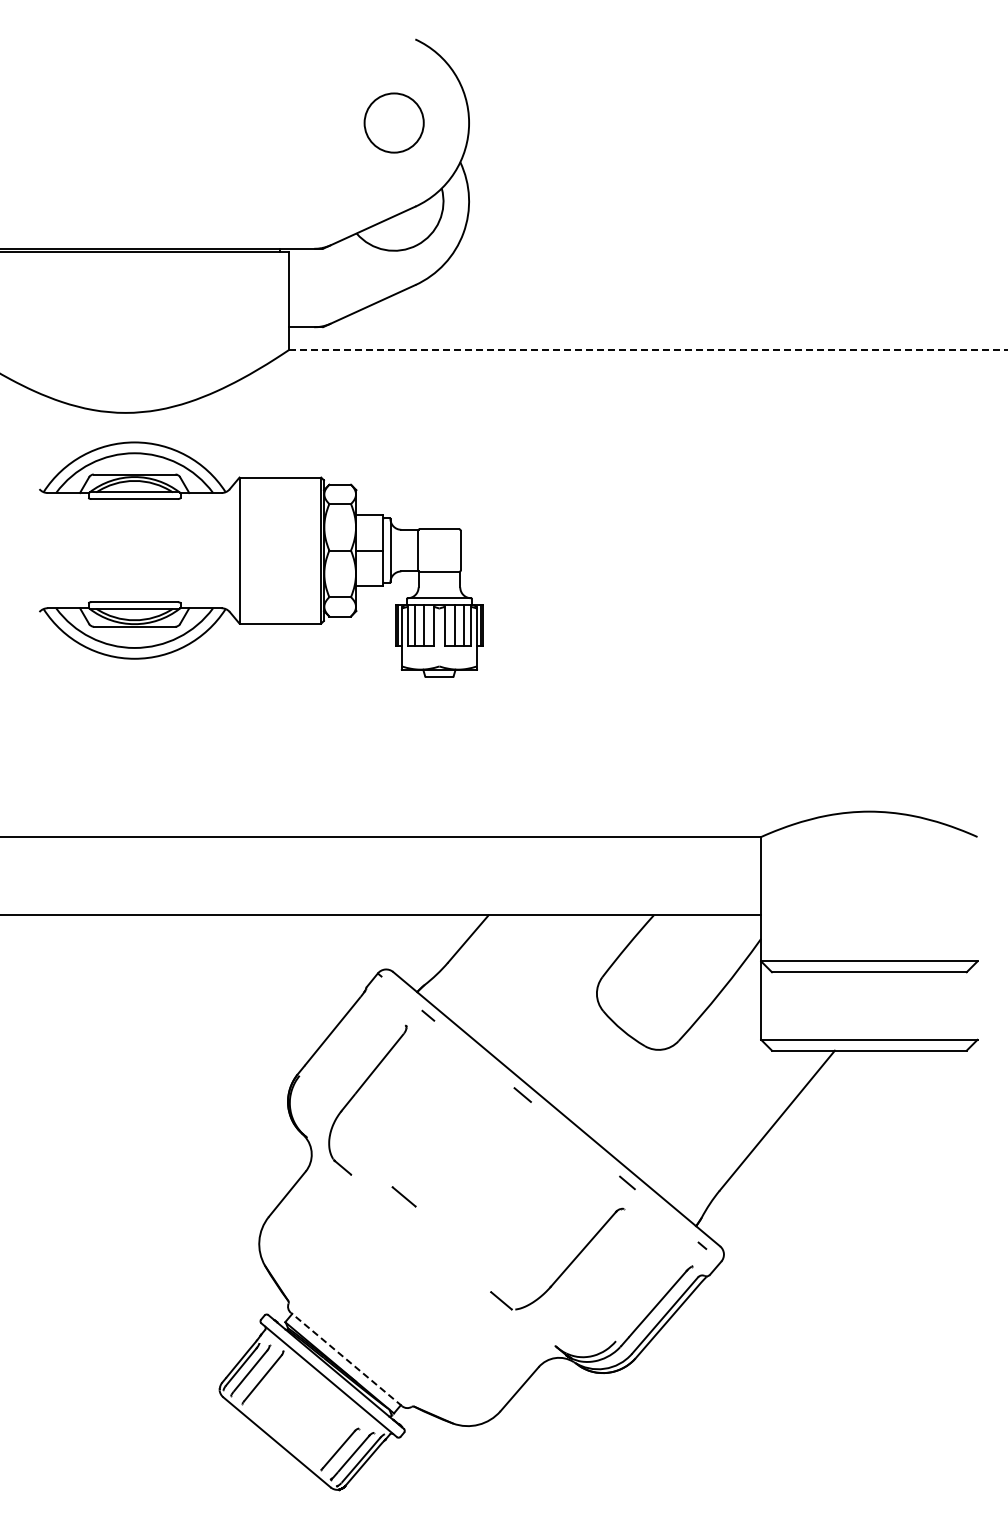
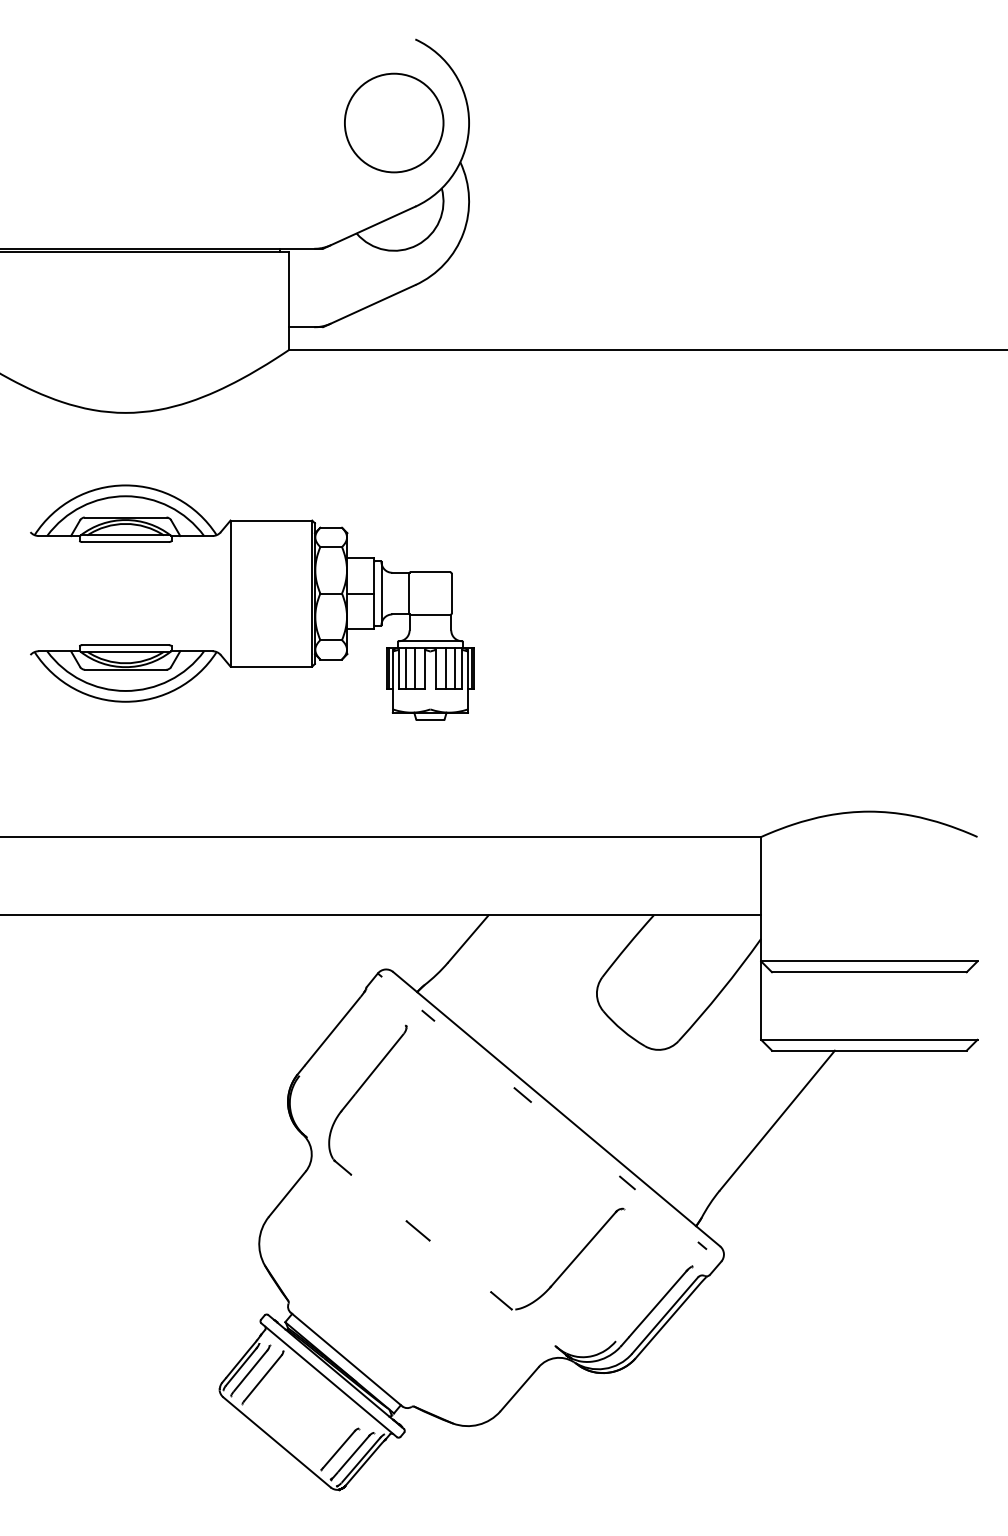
circle at (393, 122) diameter: 59 px -> 99 px
line at (648, 350): dashed -> solid
part at (261, 559) position: (261, 559) -> (252, 602)
line at (403, 1196) position: (403, 1196) -> (417, 1230)
line at (346, 1359): dashed -> solid
